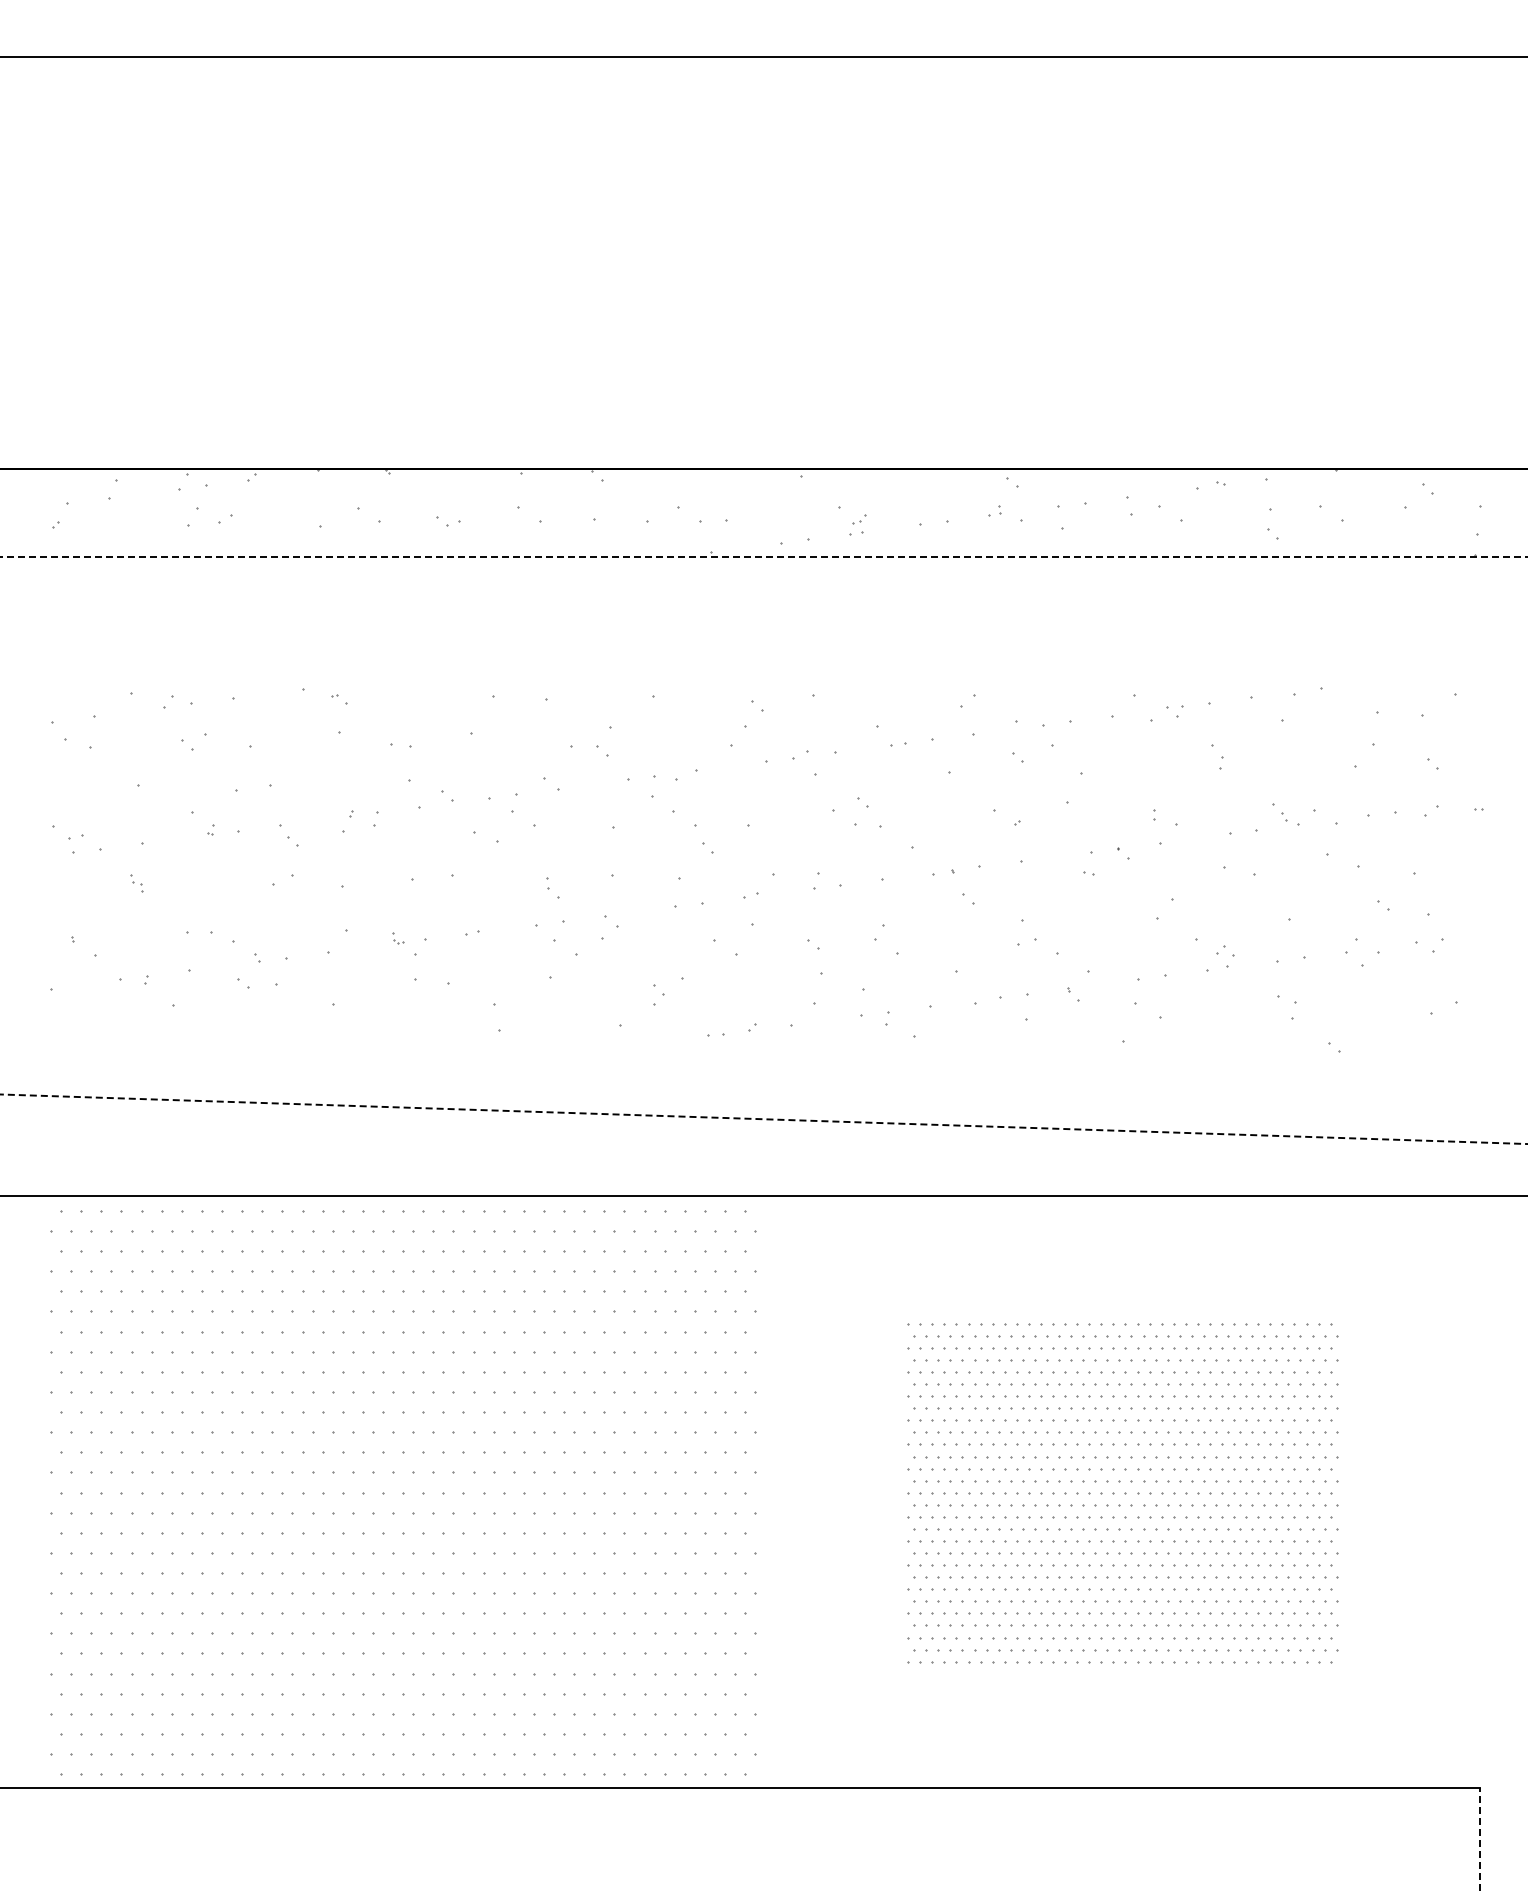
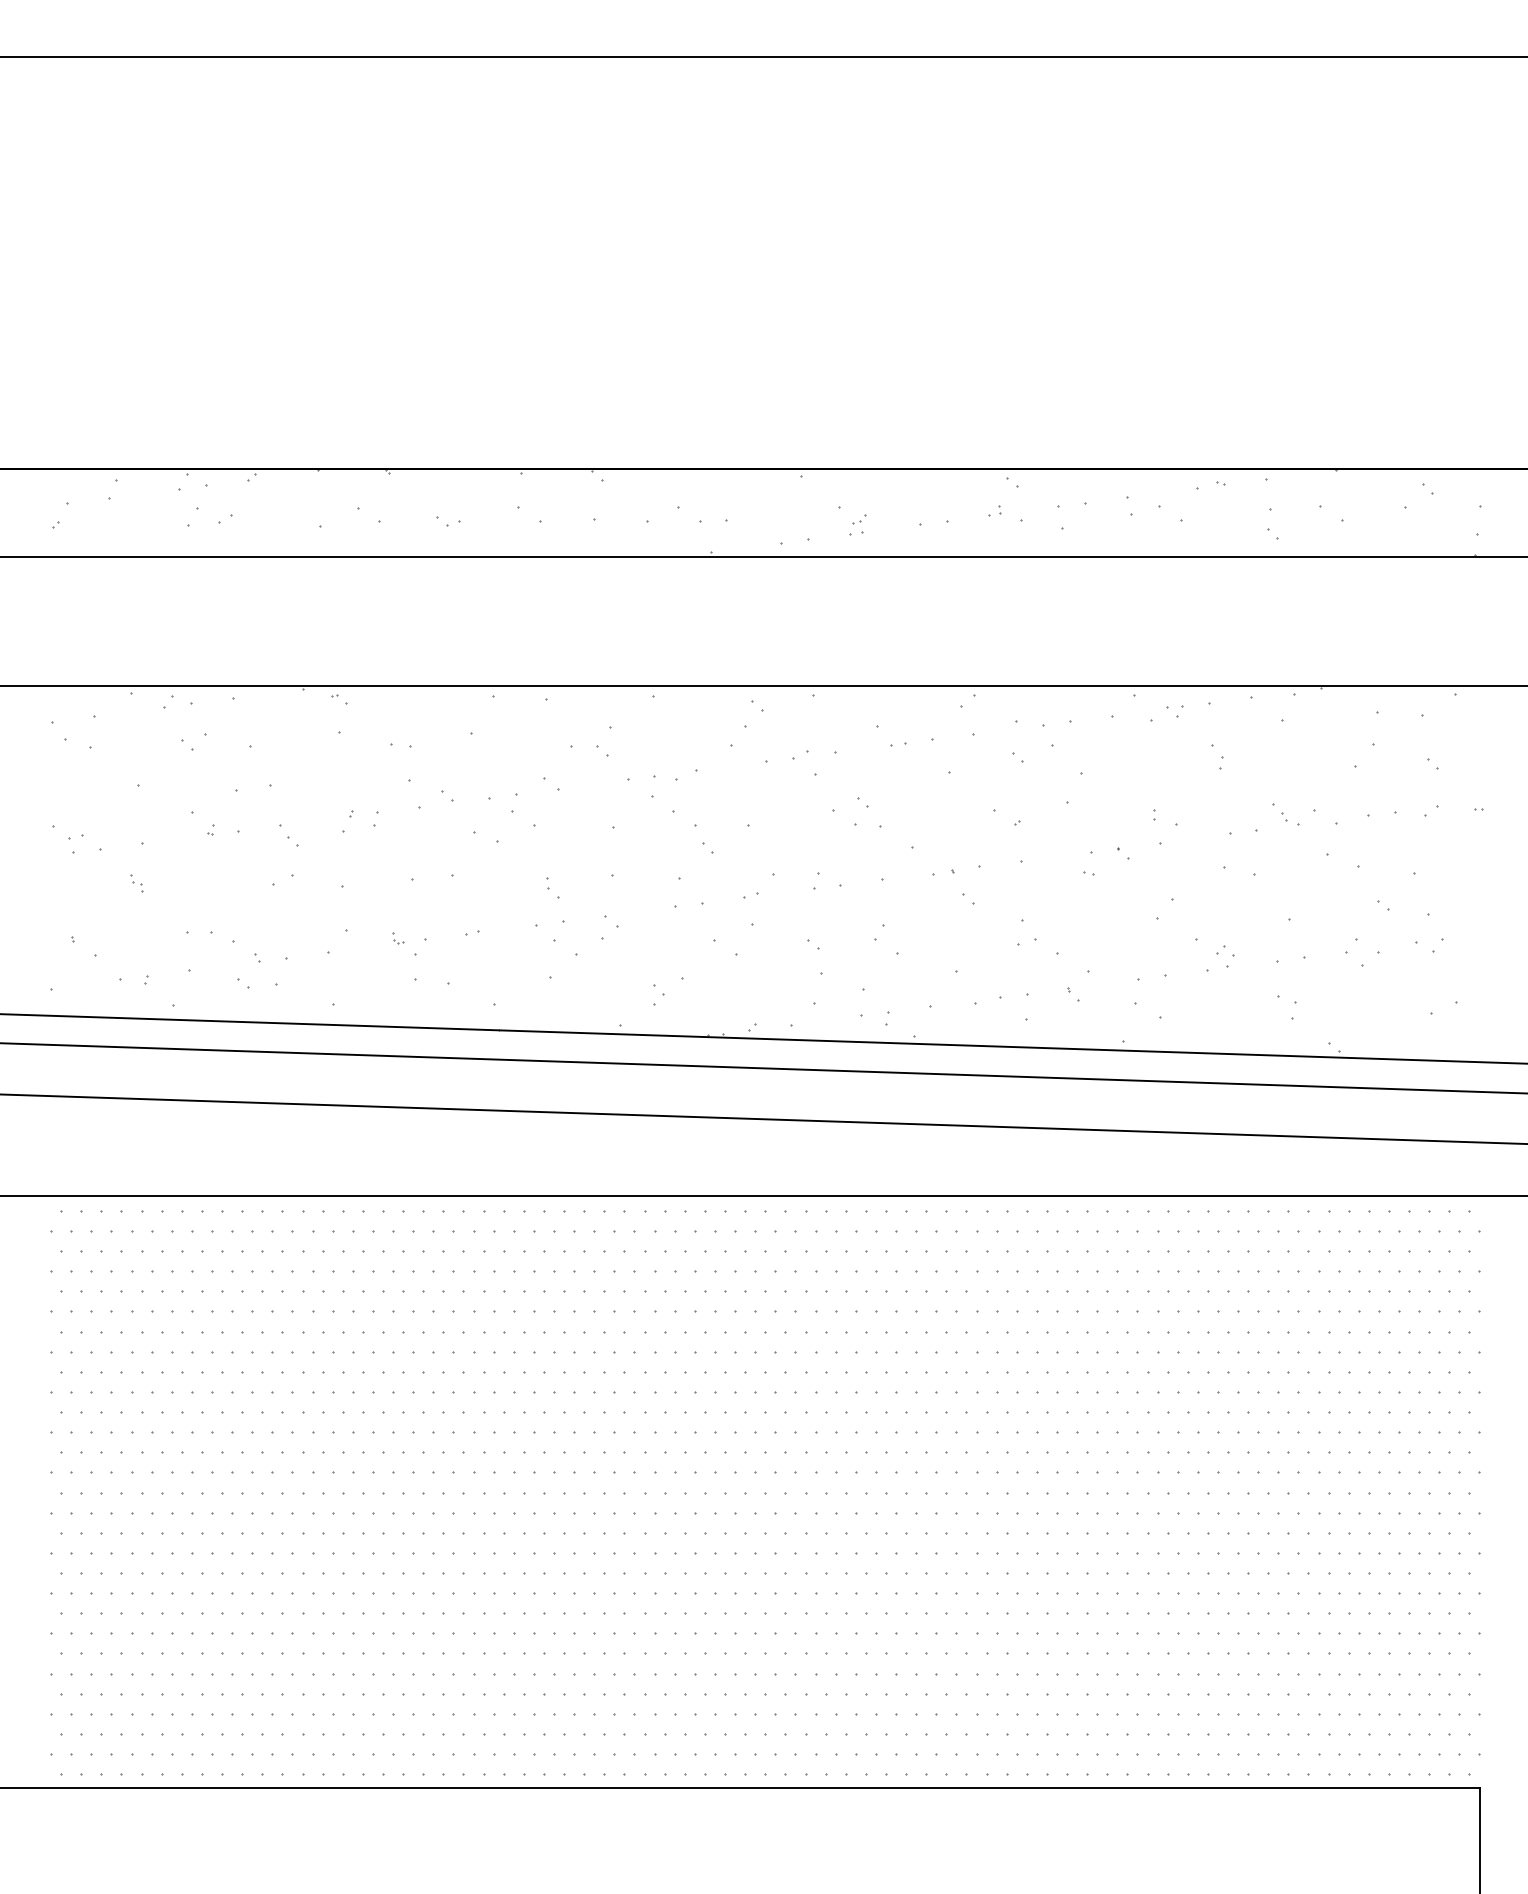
line at (764, 557): dashed -> solid
line at (763, 686): none -> present
line at (763, 1038): none -> present
line at (763, 1068): none -> present
line at (764, 1119): dashed -> solid
part at (1122, 1493) size: 432x341 px -> 717x566 px
line at (1480, 1840): dashed -> solid
